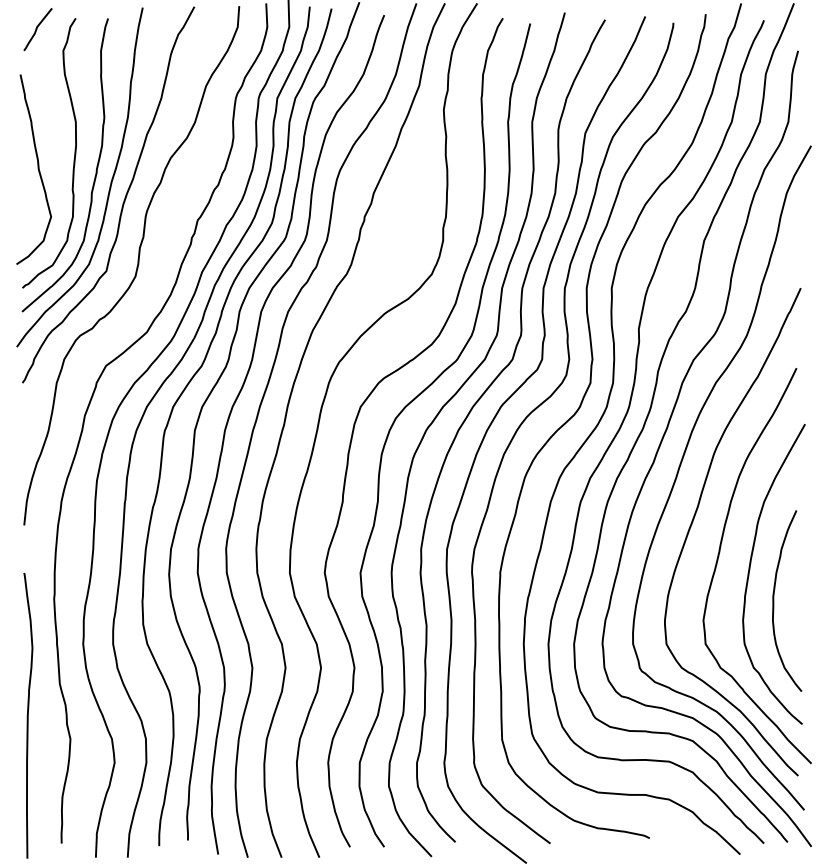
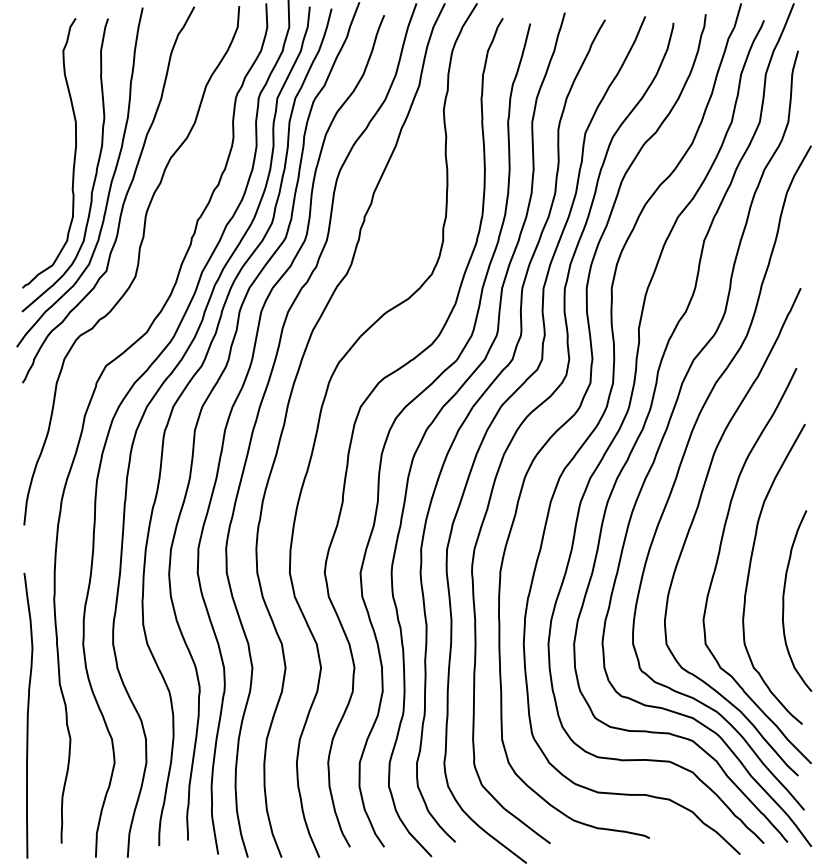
curve at (37, 29): present -> none
curve at (37, 169): present -> none
curve at (774, 600) position: (774, 600) -> (784, 600)
